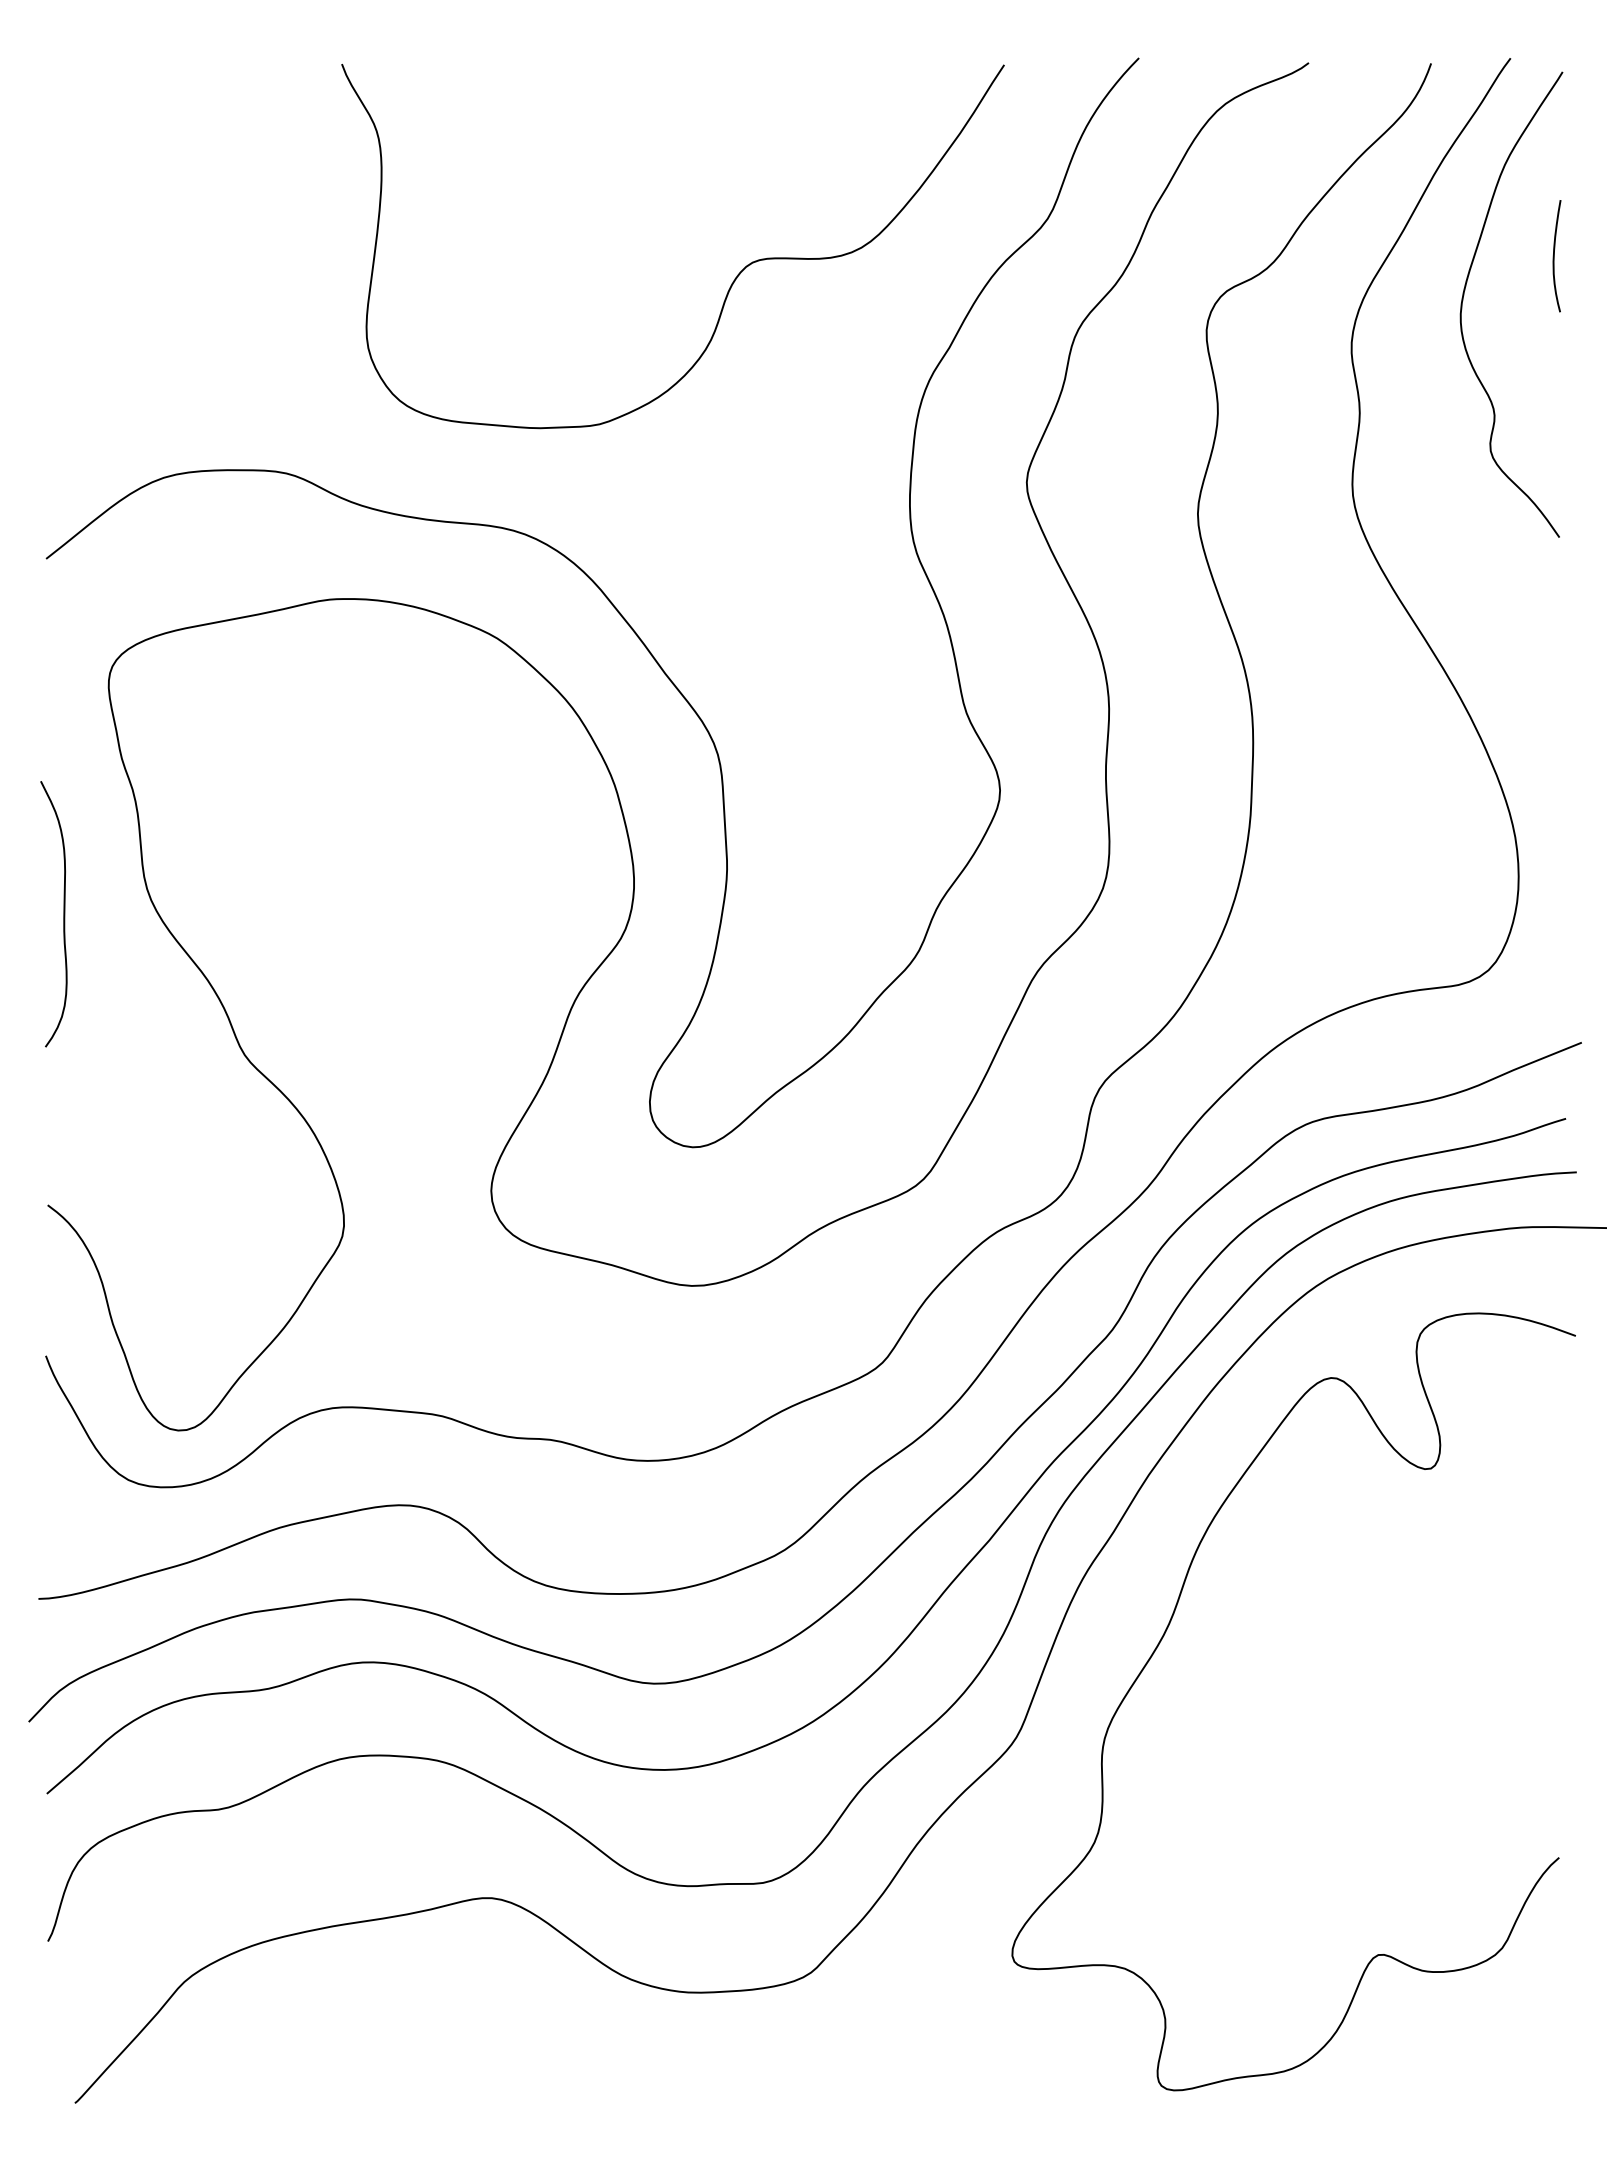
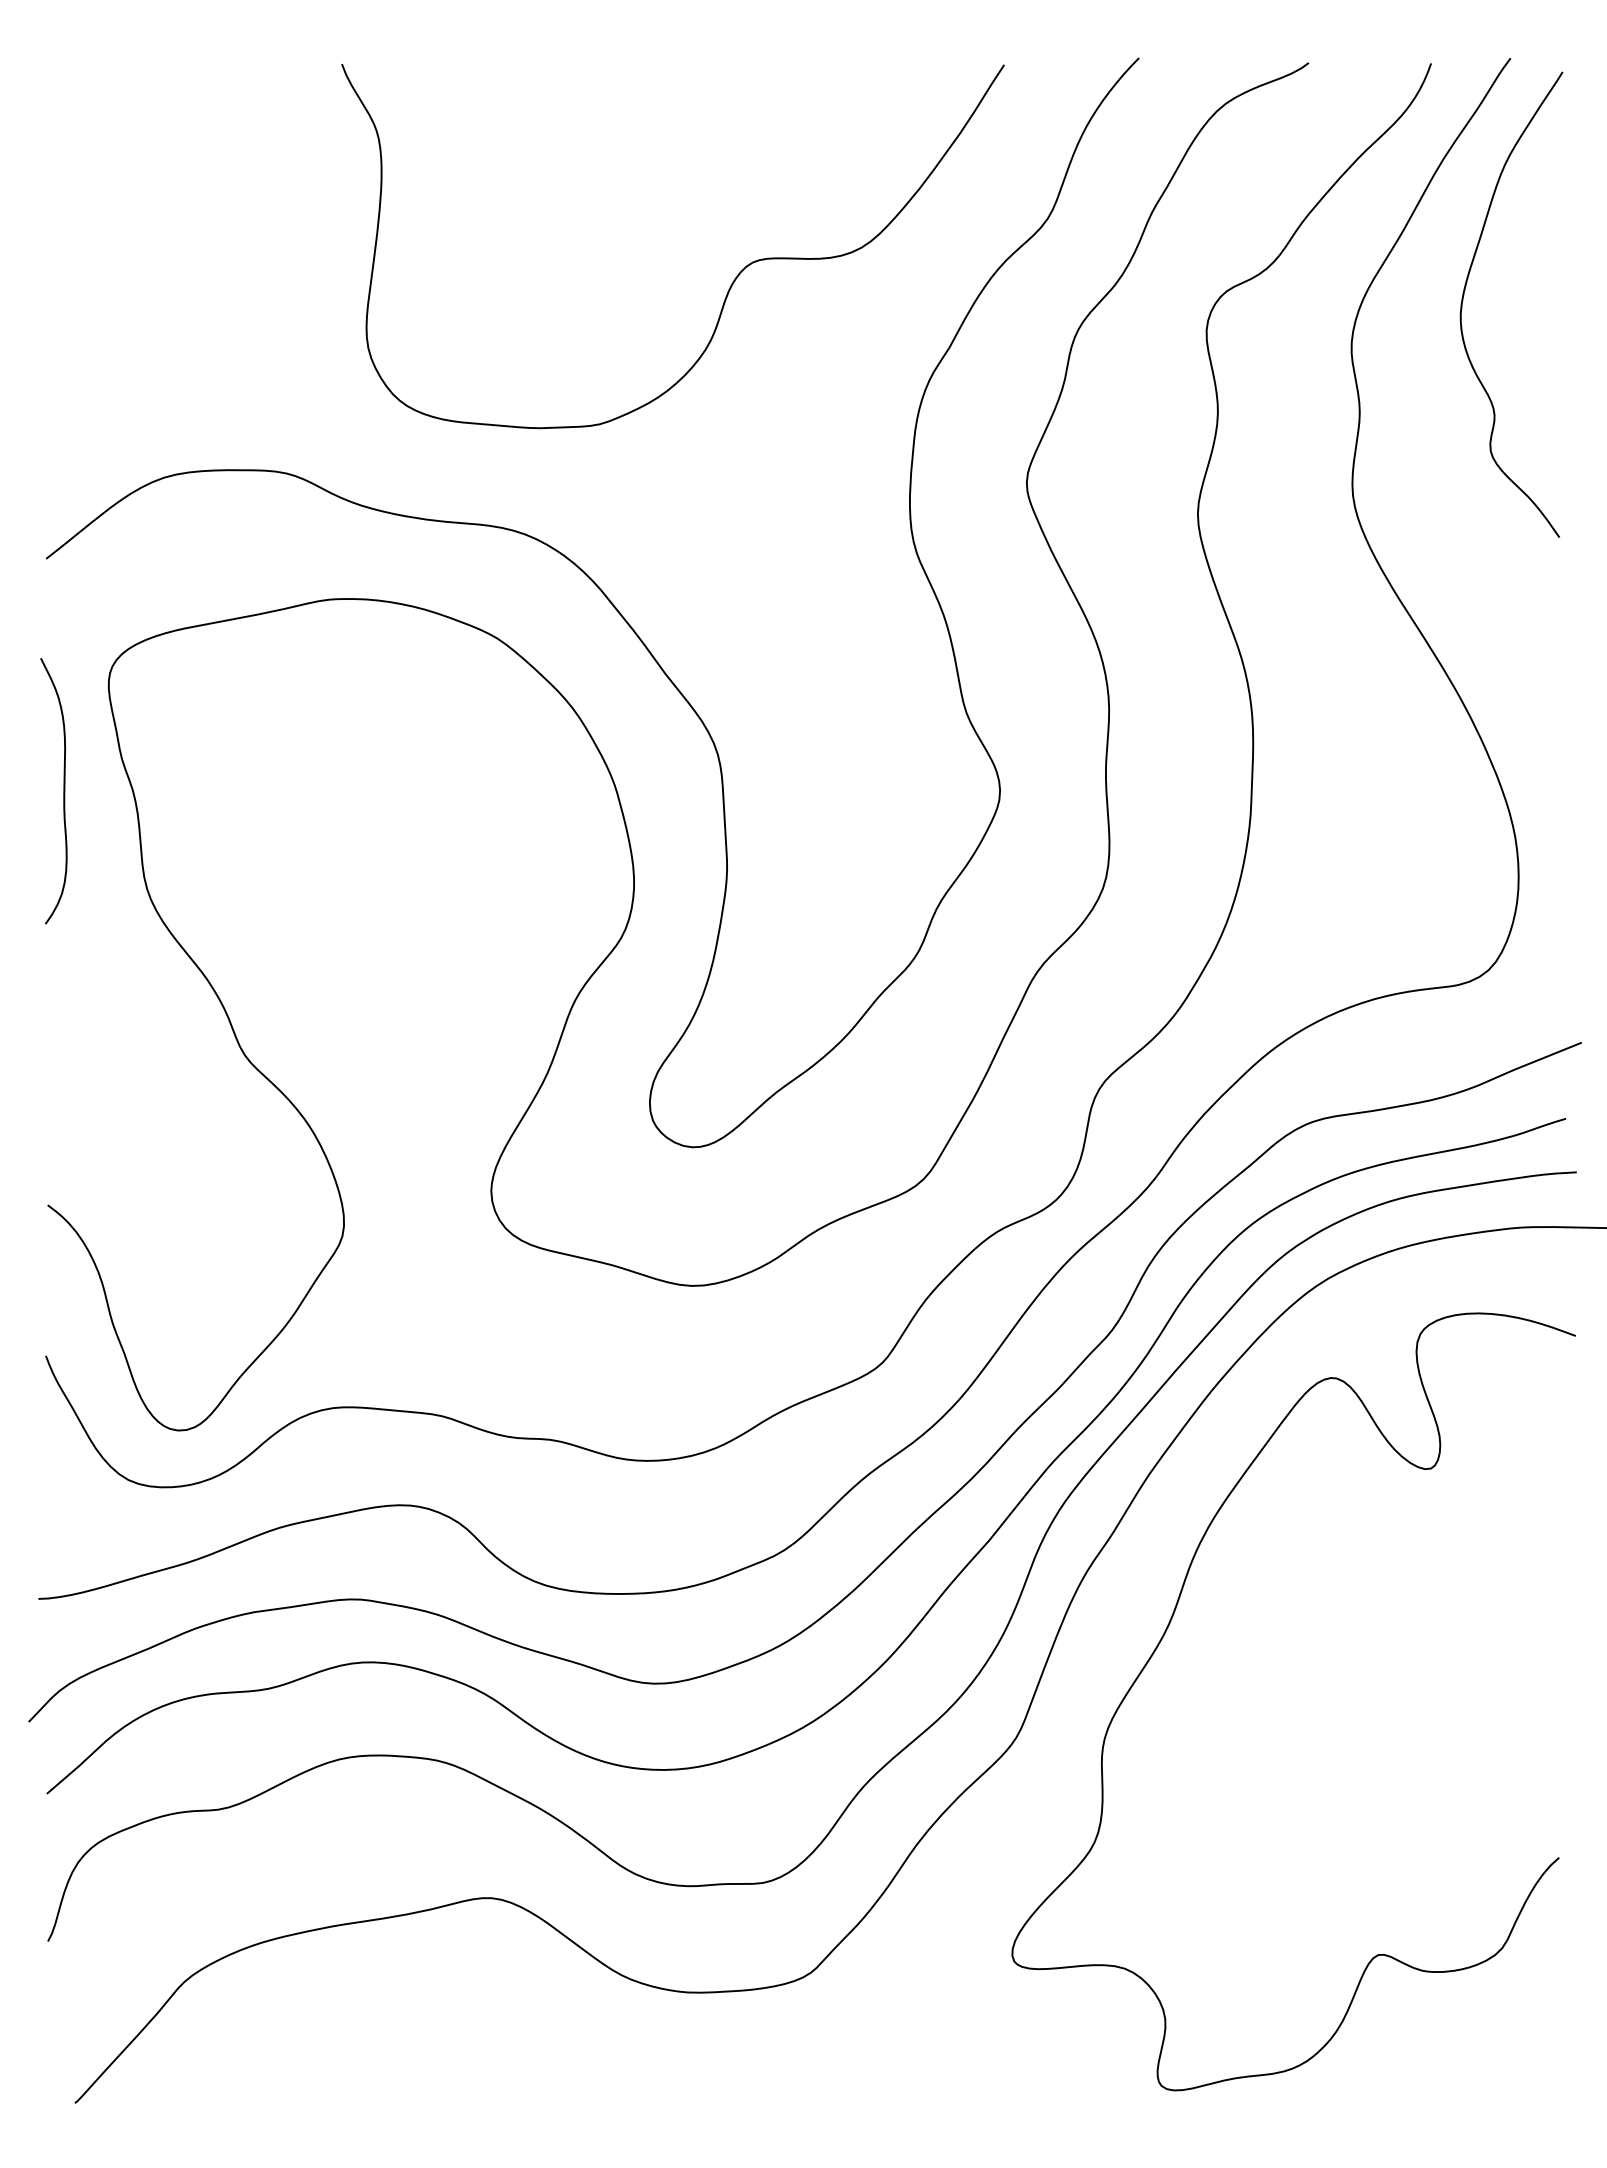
curve at (1554, 256): present -> none
curve at (63, 914) position: (63, 914) -> (63, 791)
